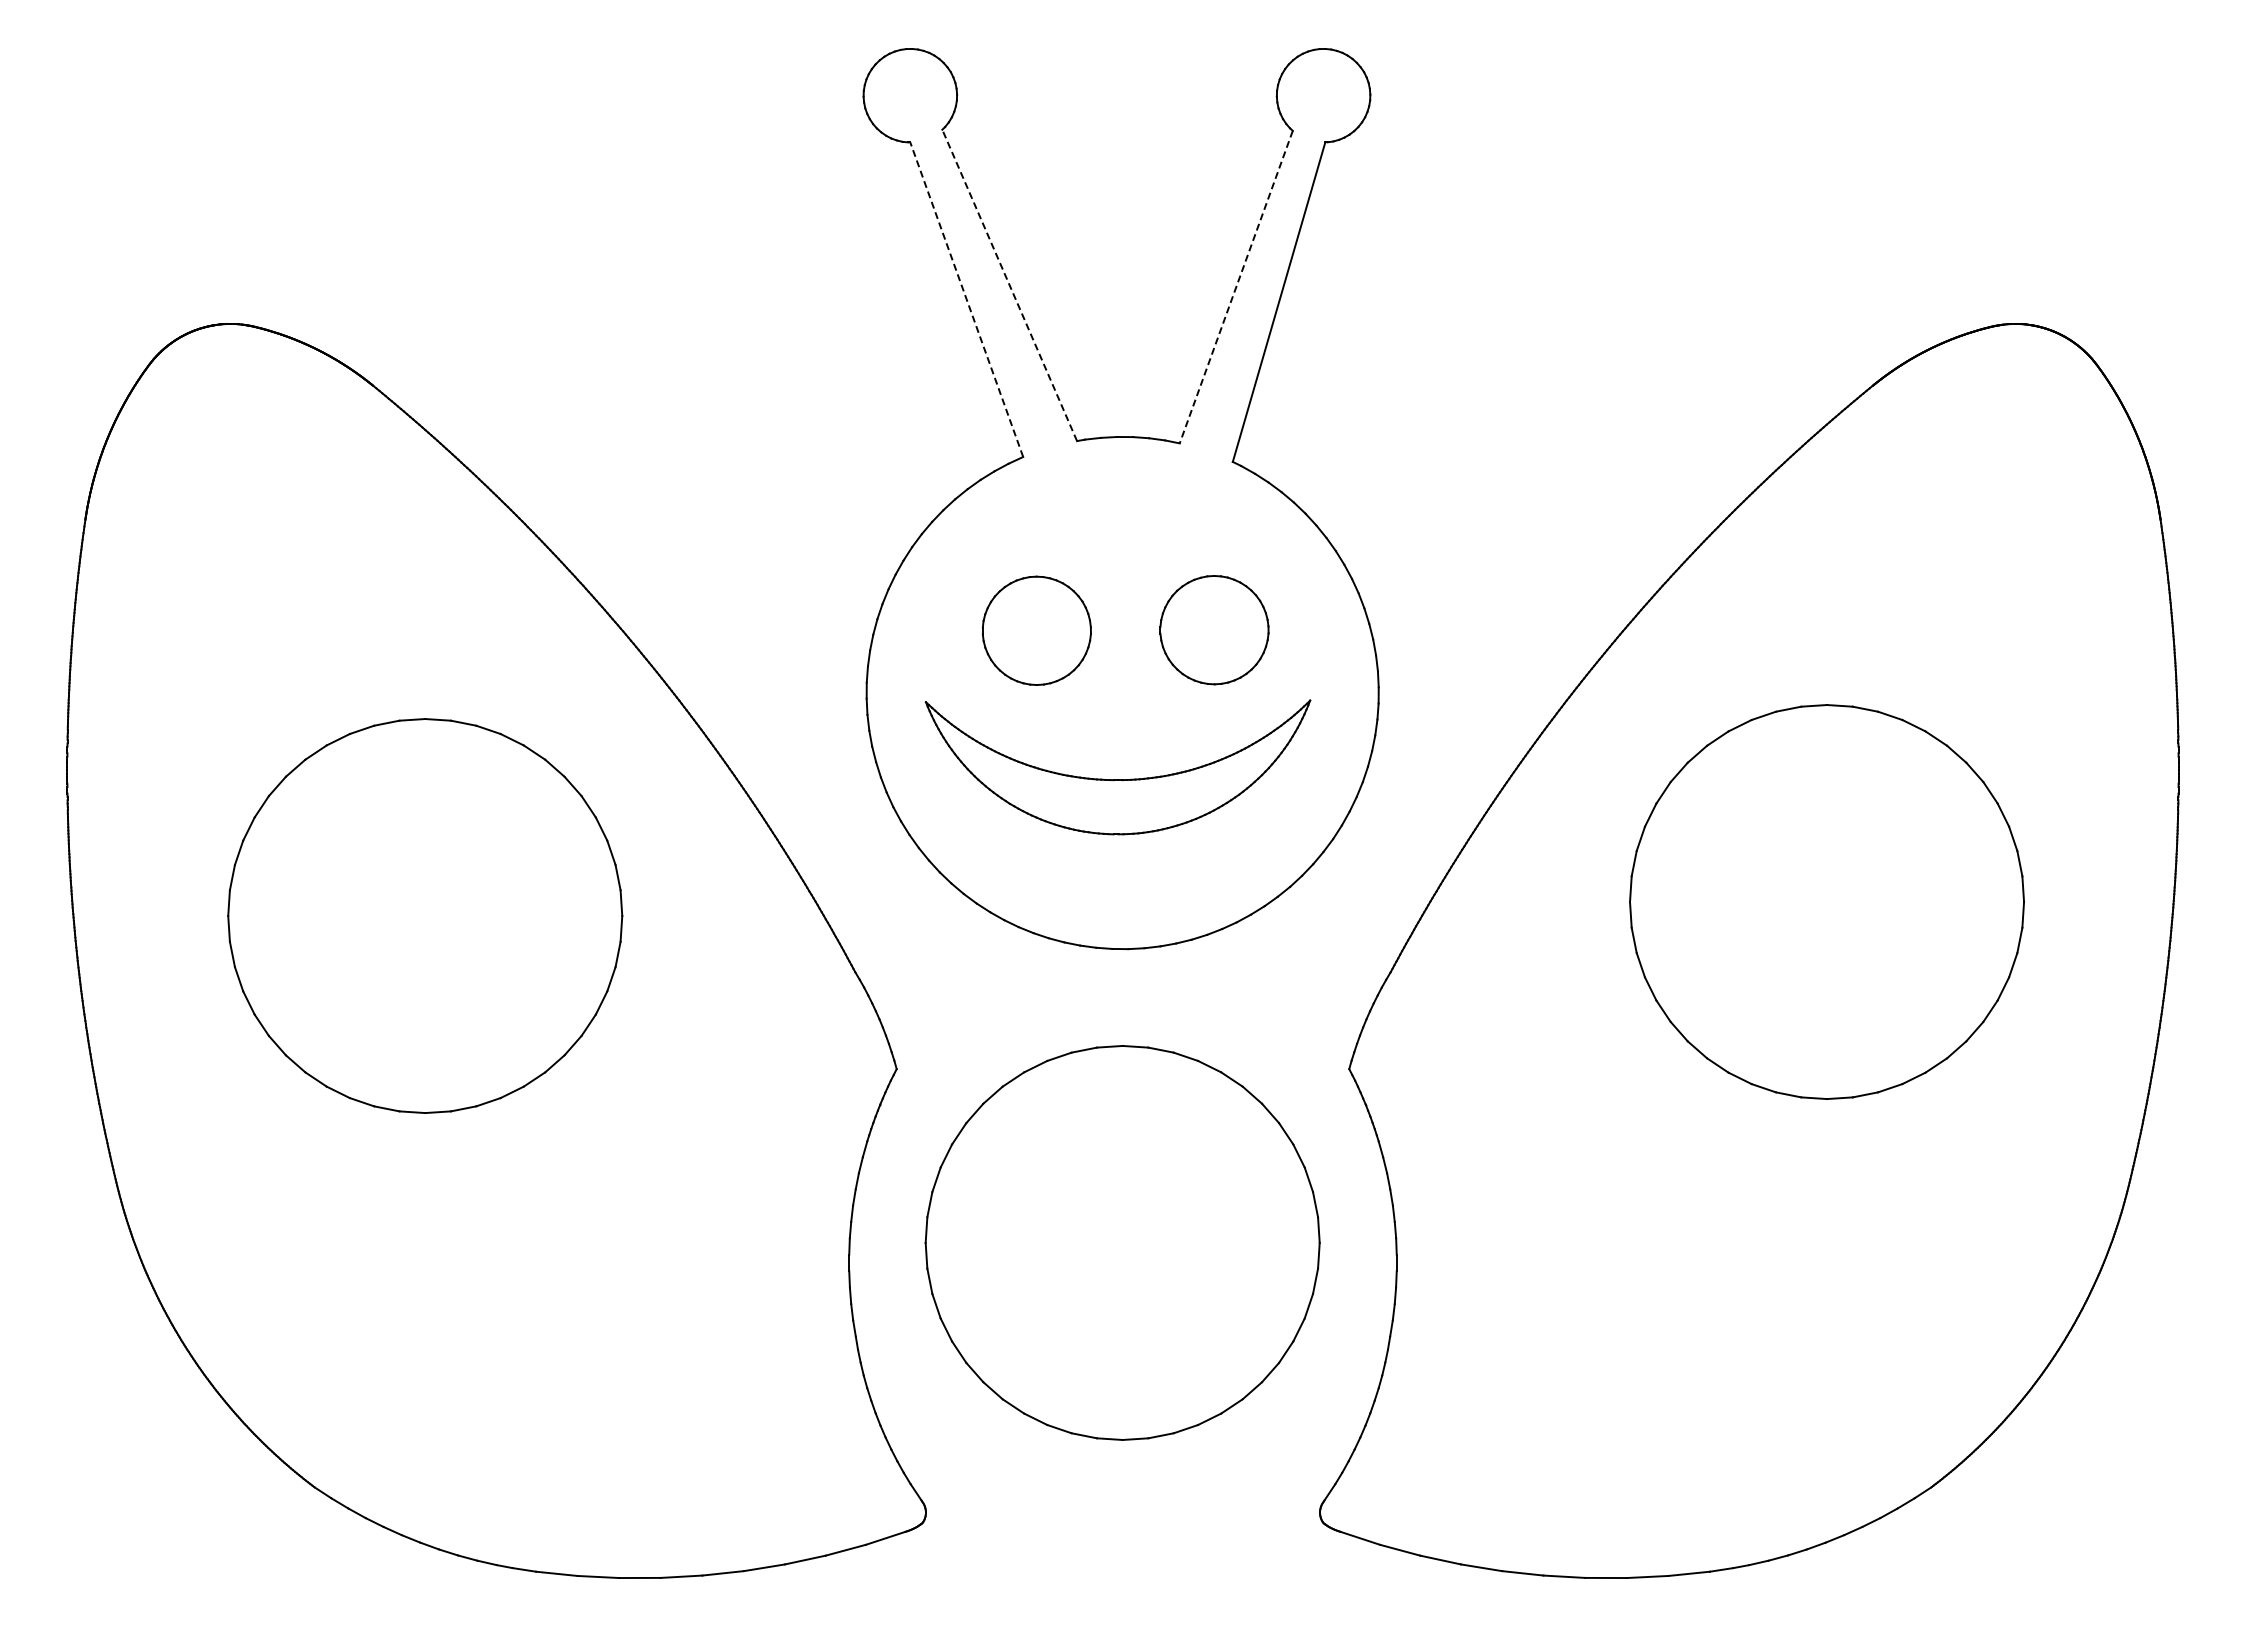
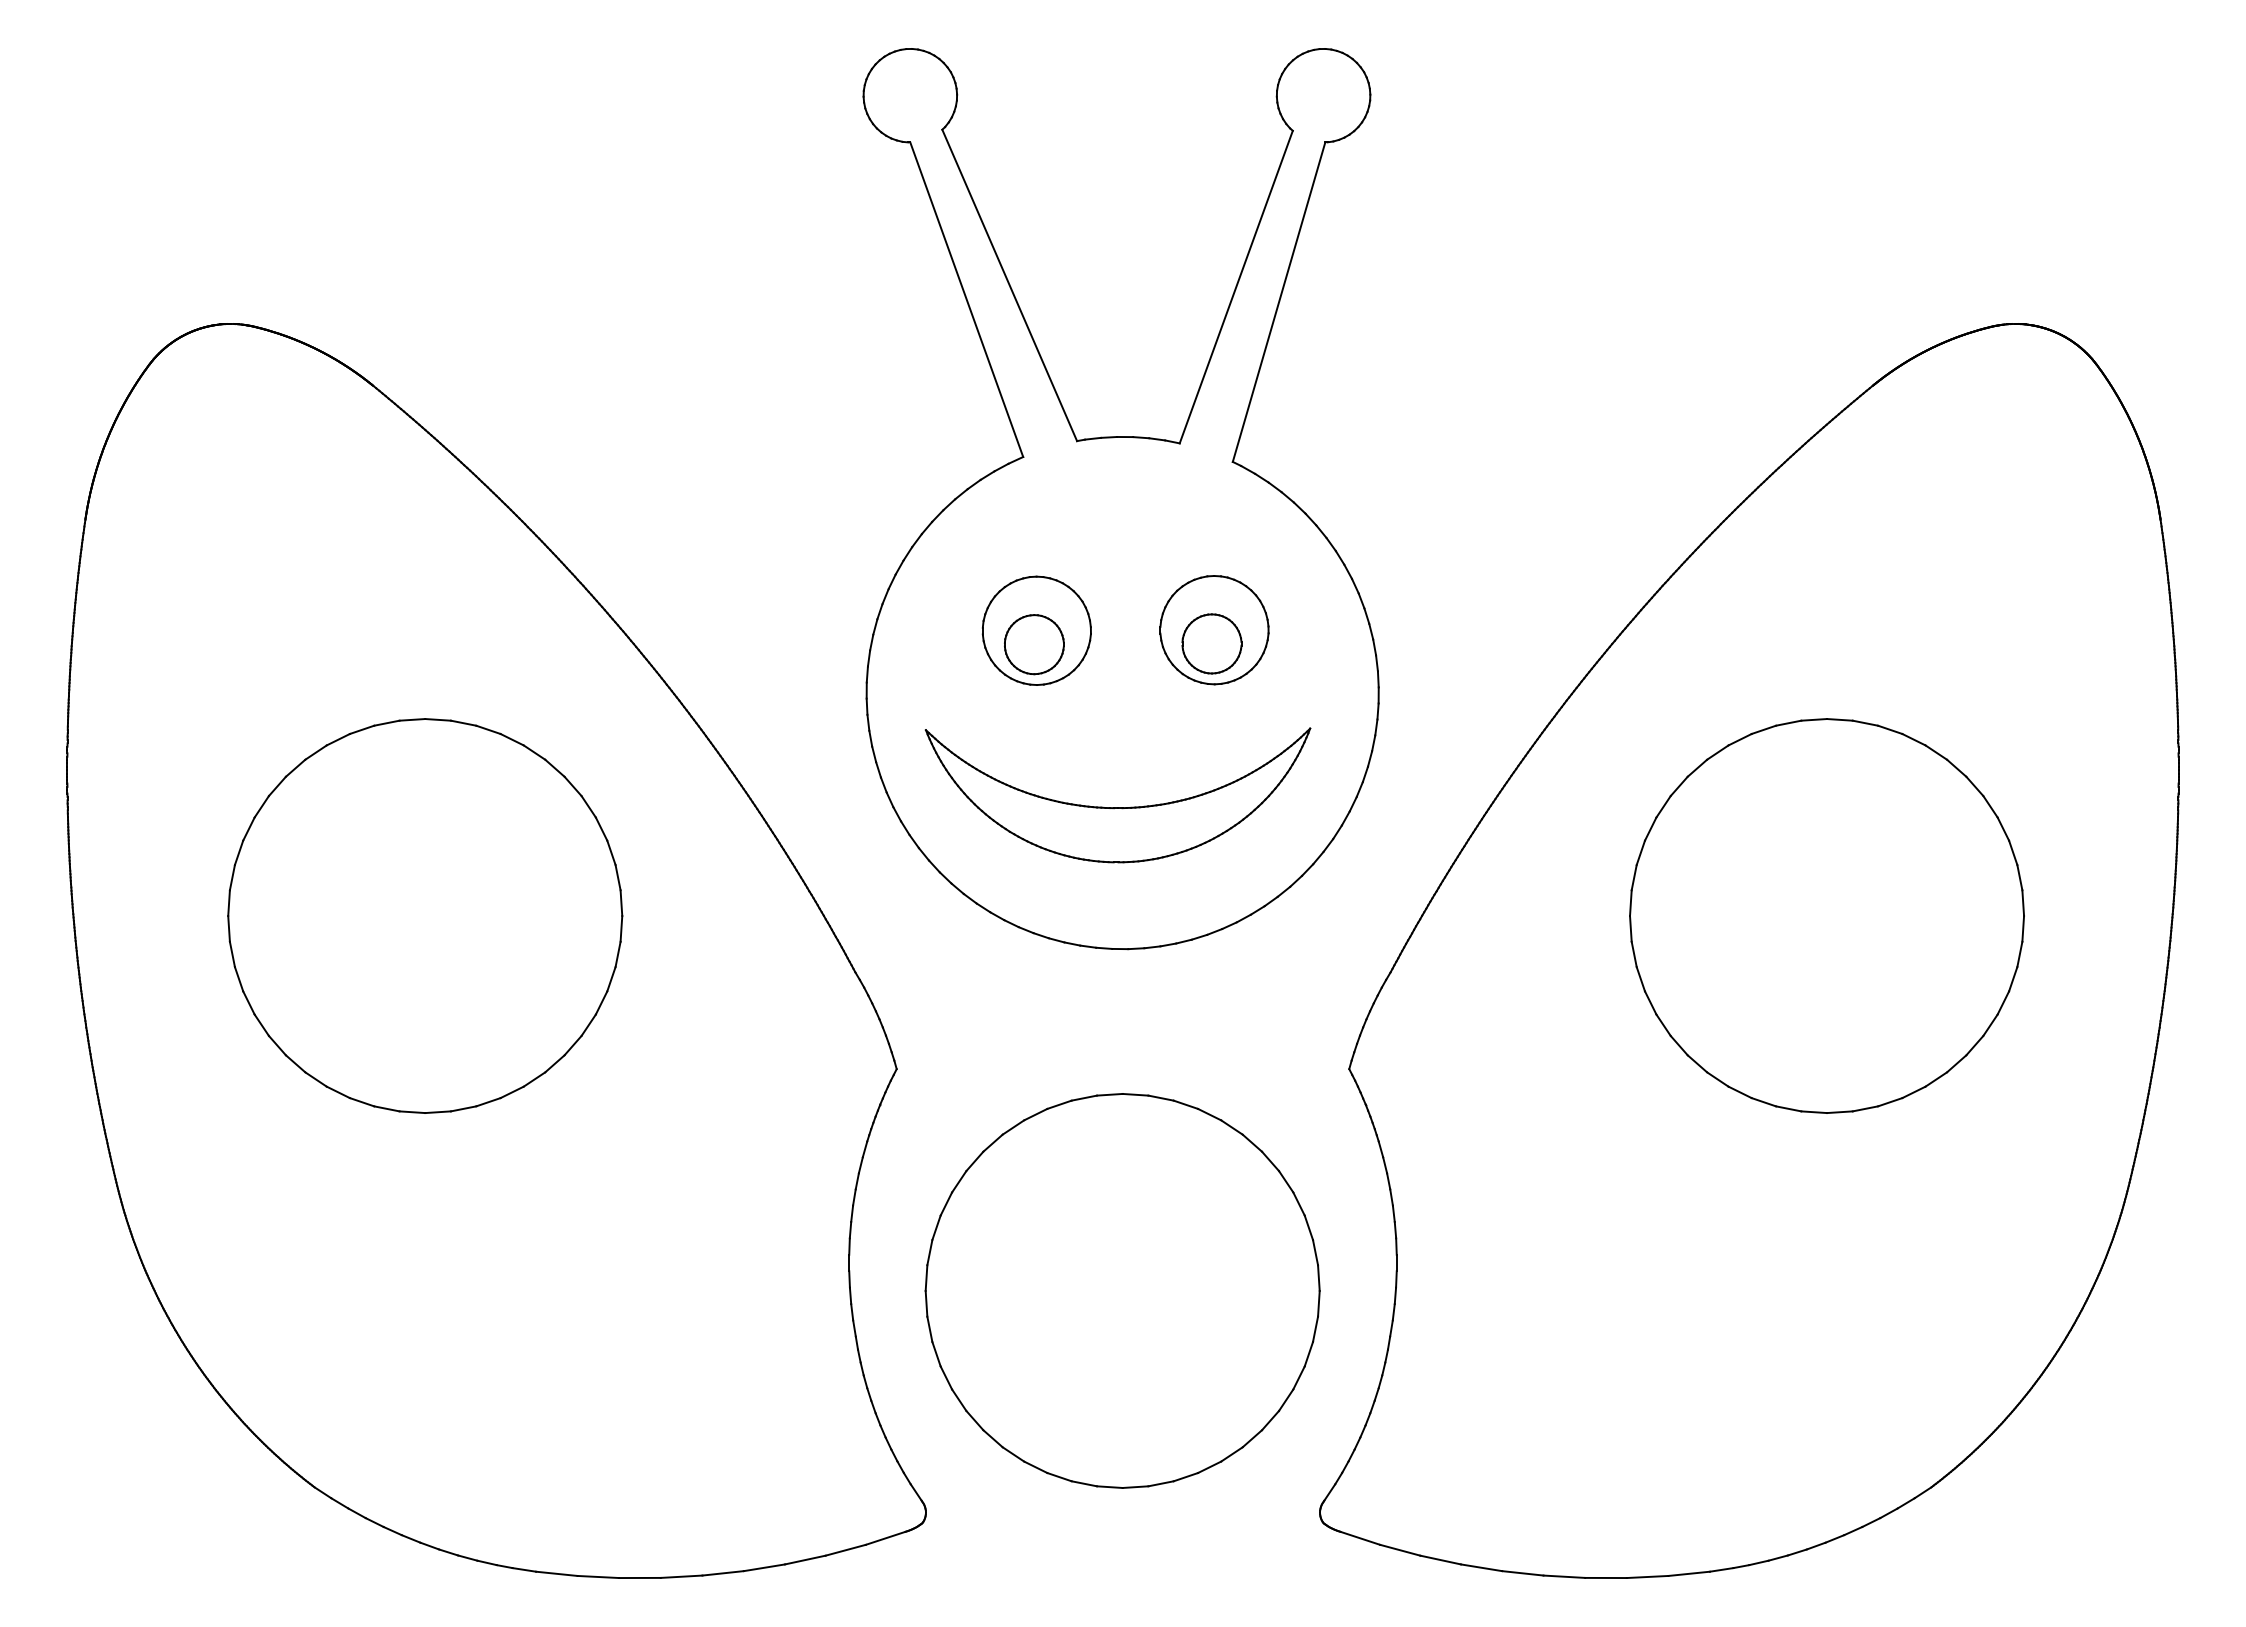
line at (1009, 285): dashed -> solid
line at (1236, 287): dashed -> solid
line at (966, 299): dashed -> solid
part at (1211, 643): none -> present
part at (1034, 644): none -> present
part at (1117, 779) position: (1117, 779) -> (1117, 807)
part at (1826, 901) position: (1826, 901) -> (1826, 915)
part at (1122, 1242) position: (1122, 1242) -> (1122, 1290)
